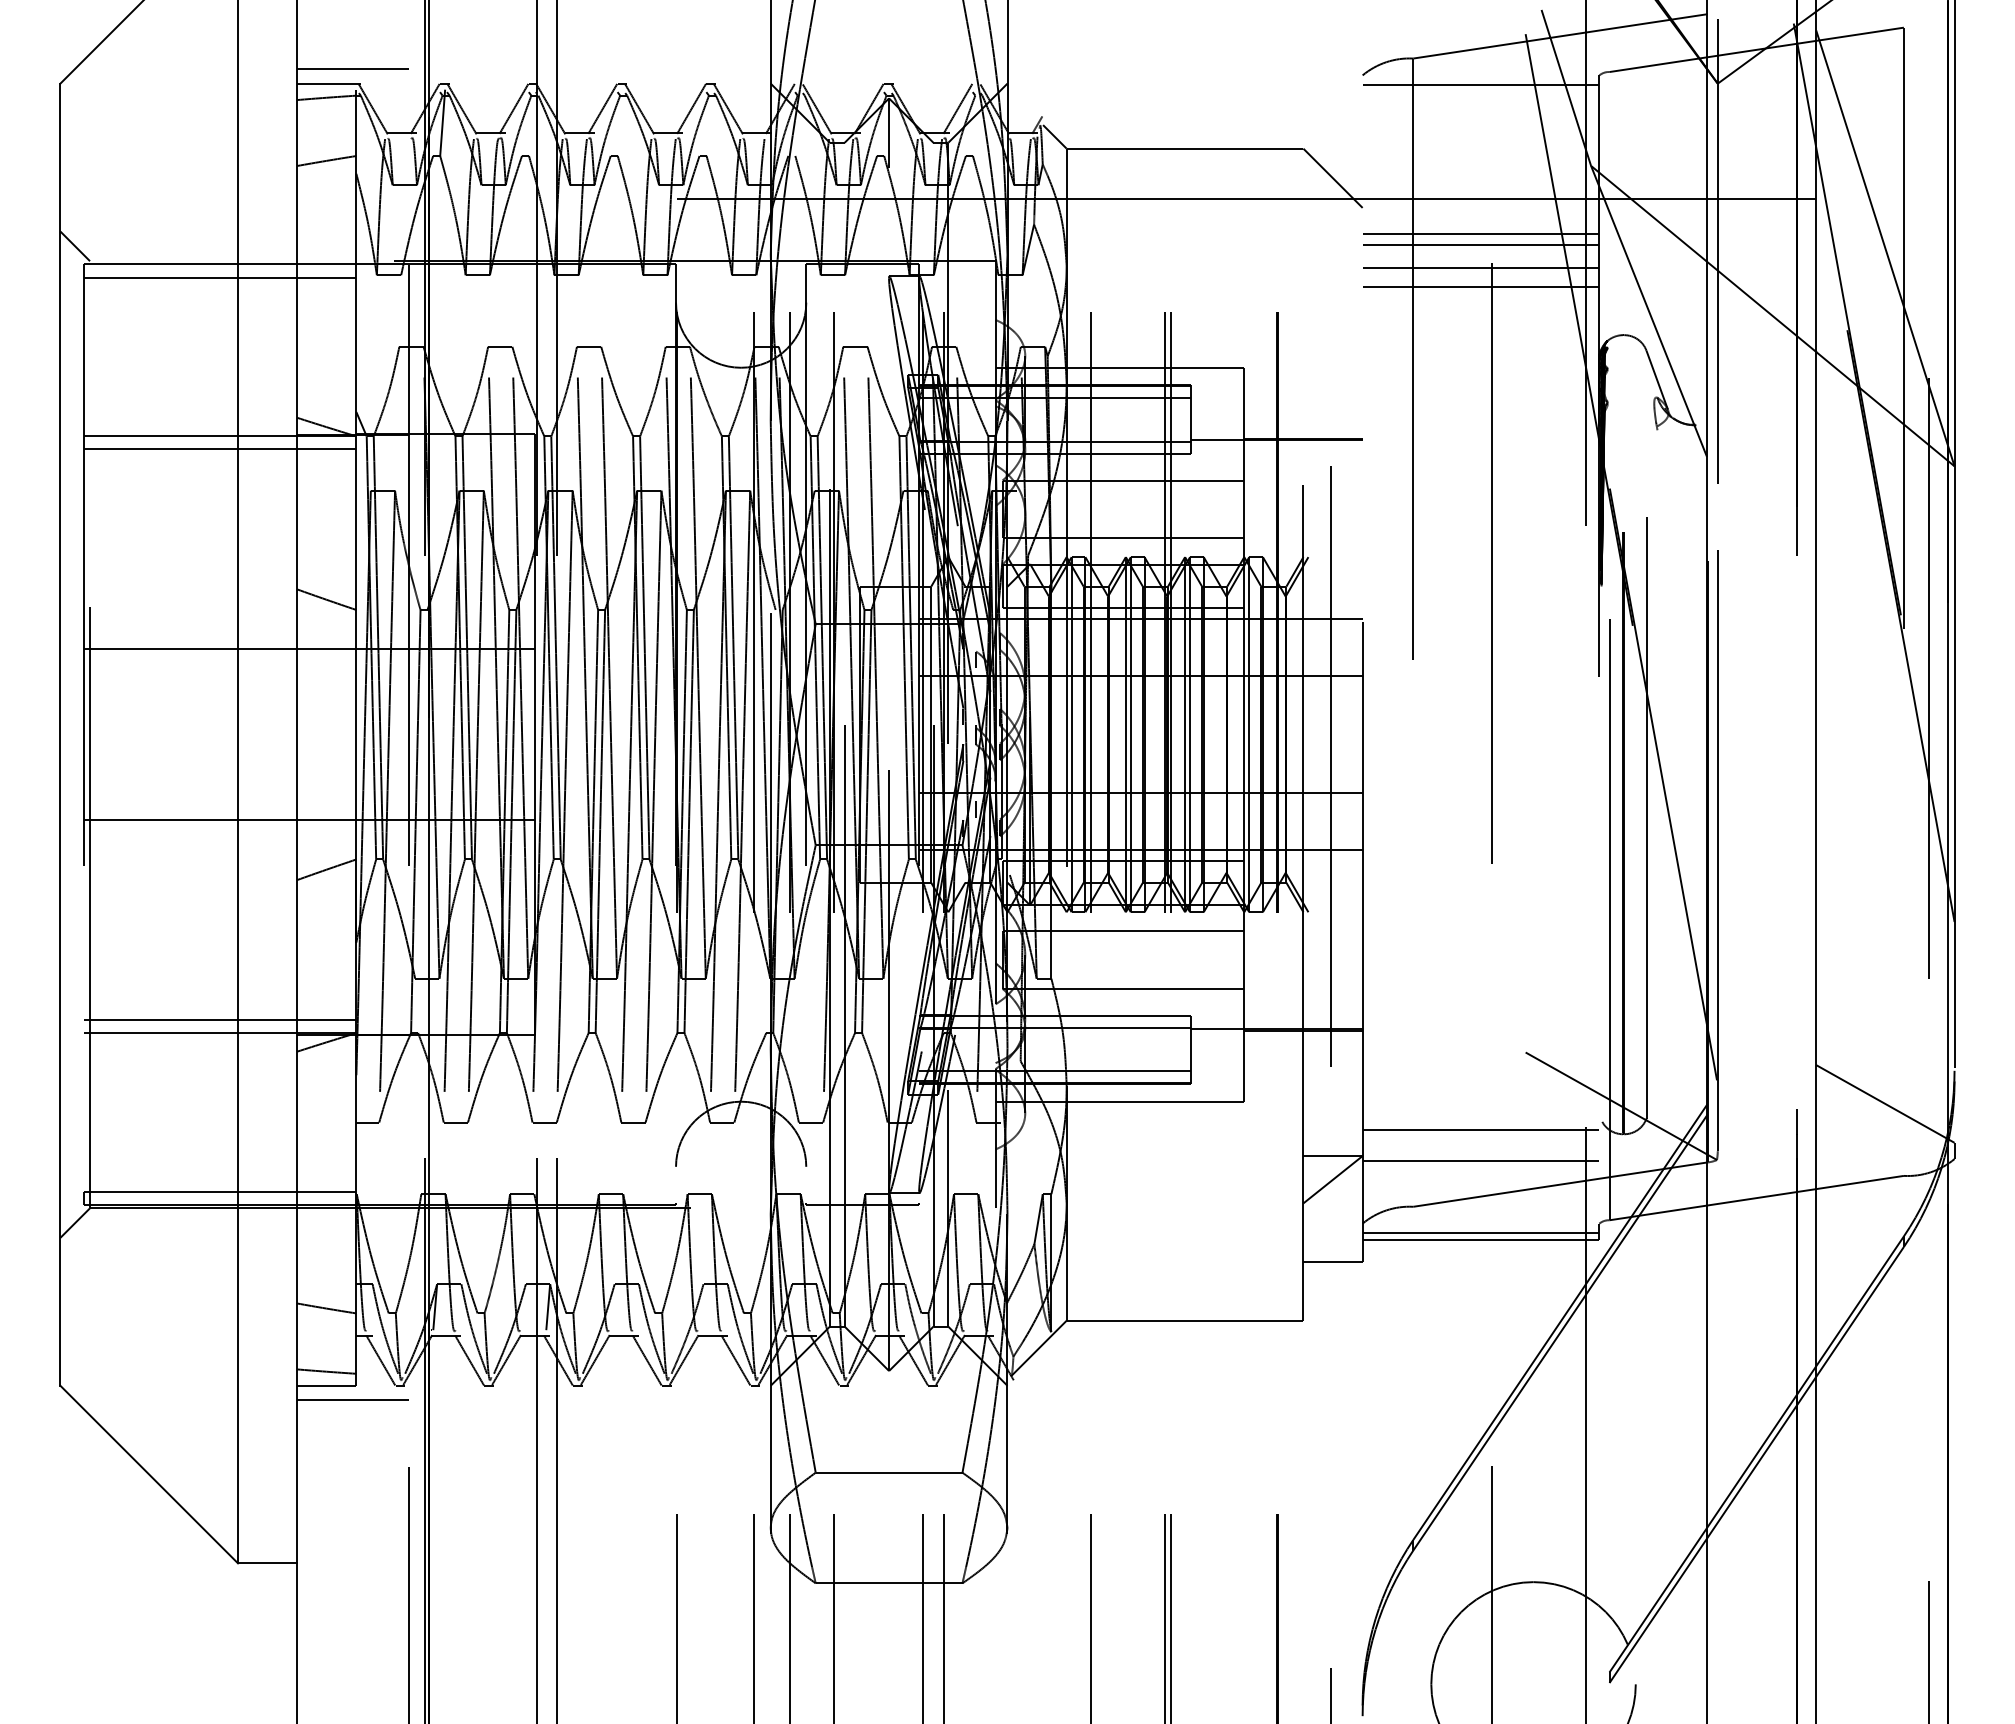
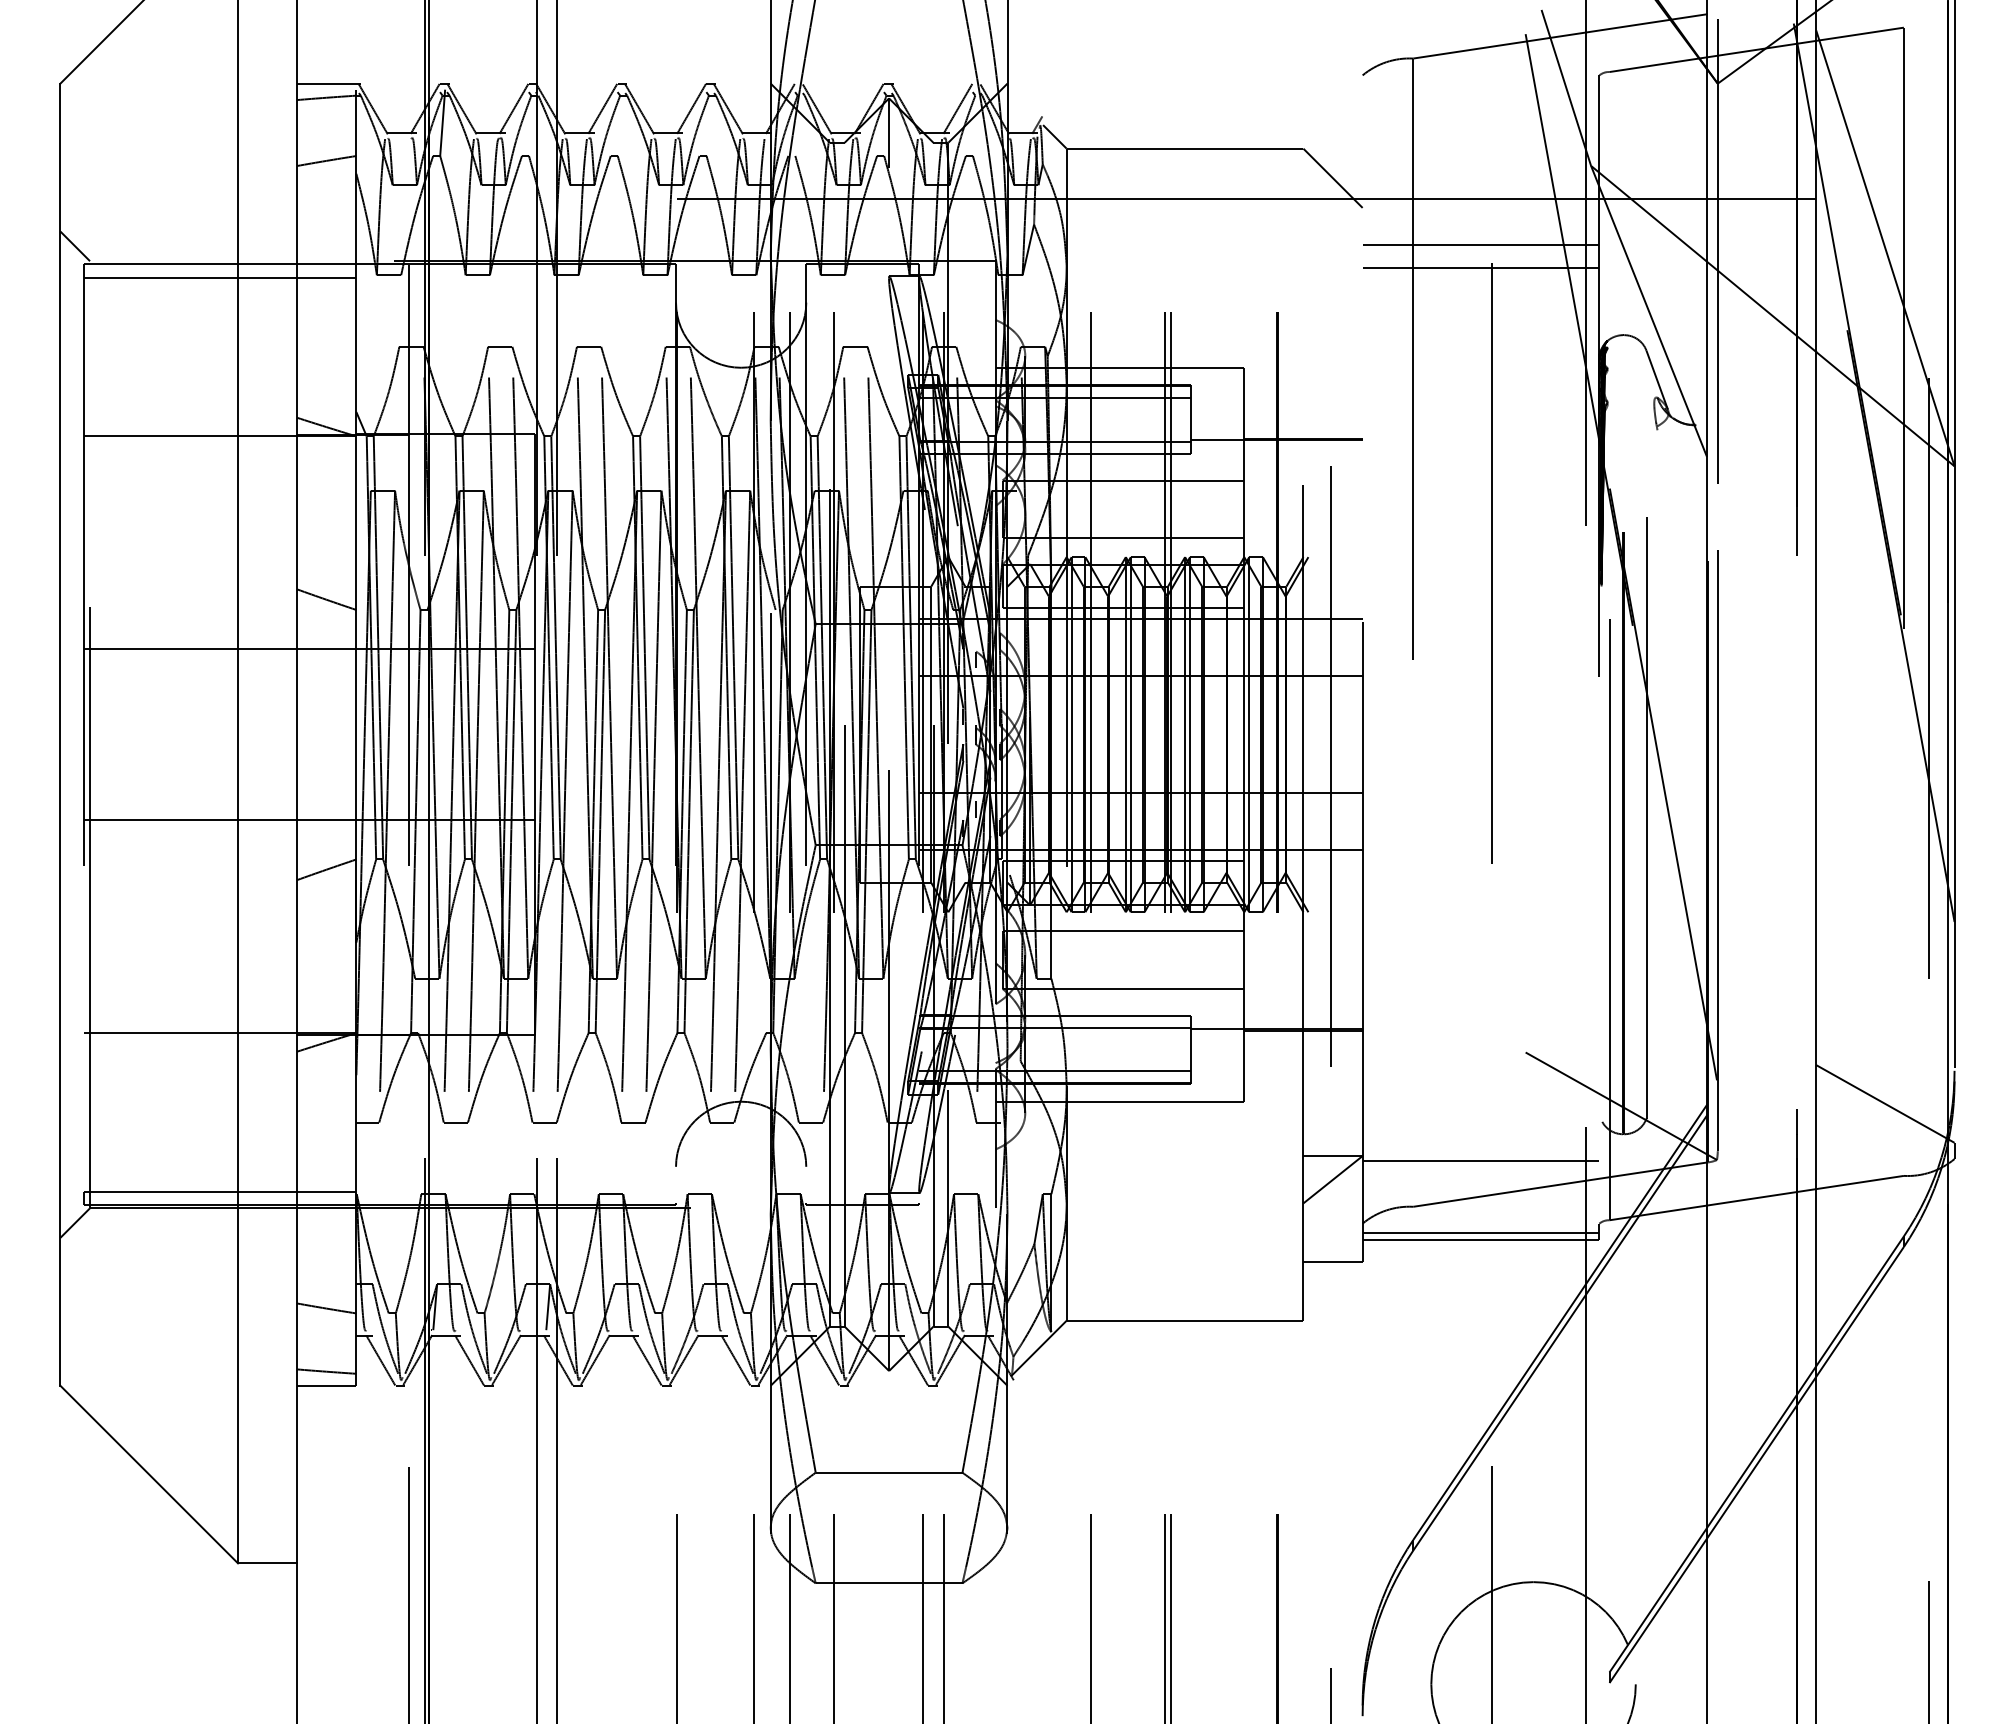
line at (353, 69): present -> none
line at (1480, 84): present -> none
line at (1480, 234): present -> none
line at (1480, 287): present -> none
line at (220, 449): present -> none
line at (220, 1020): present -> none
line at (1480, 1130): present -> none
line at (353, 1399): present -> none
